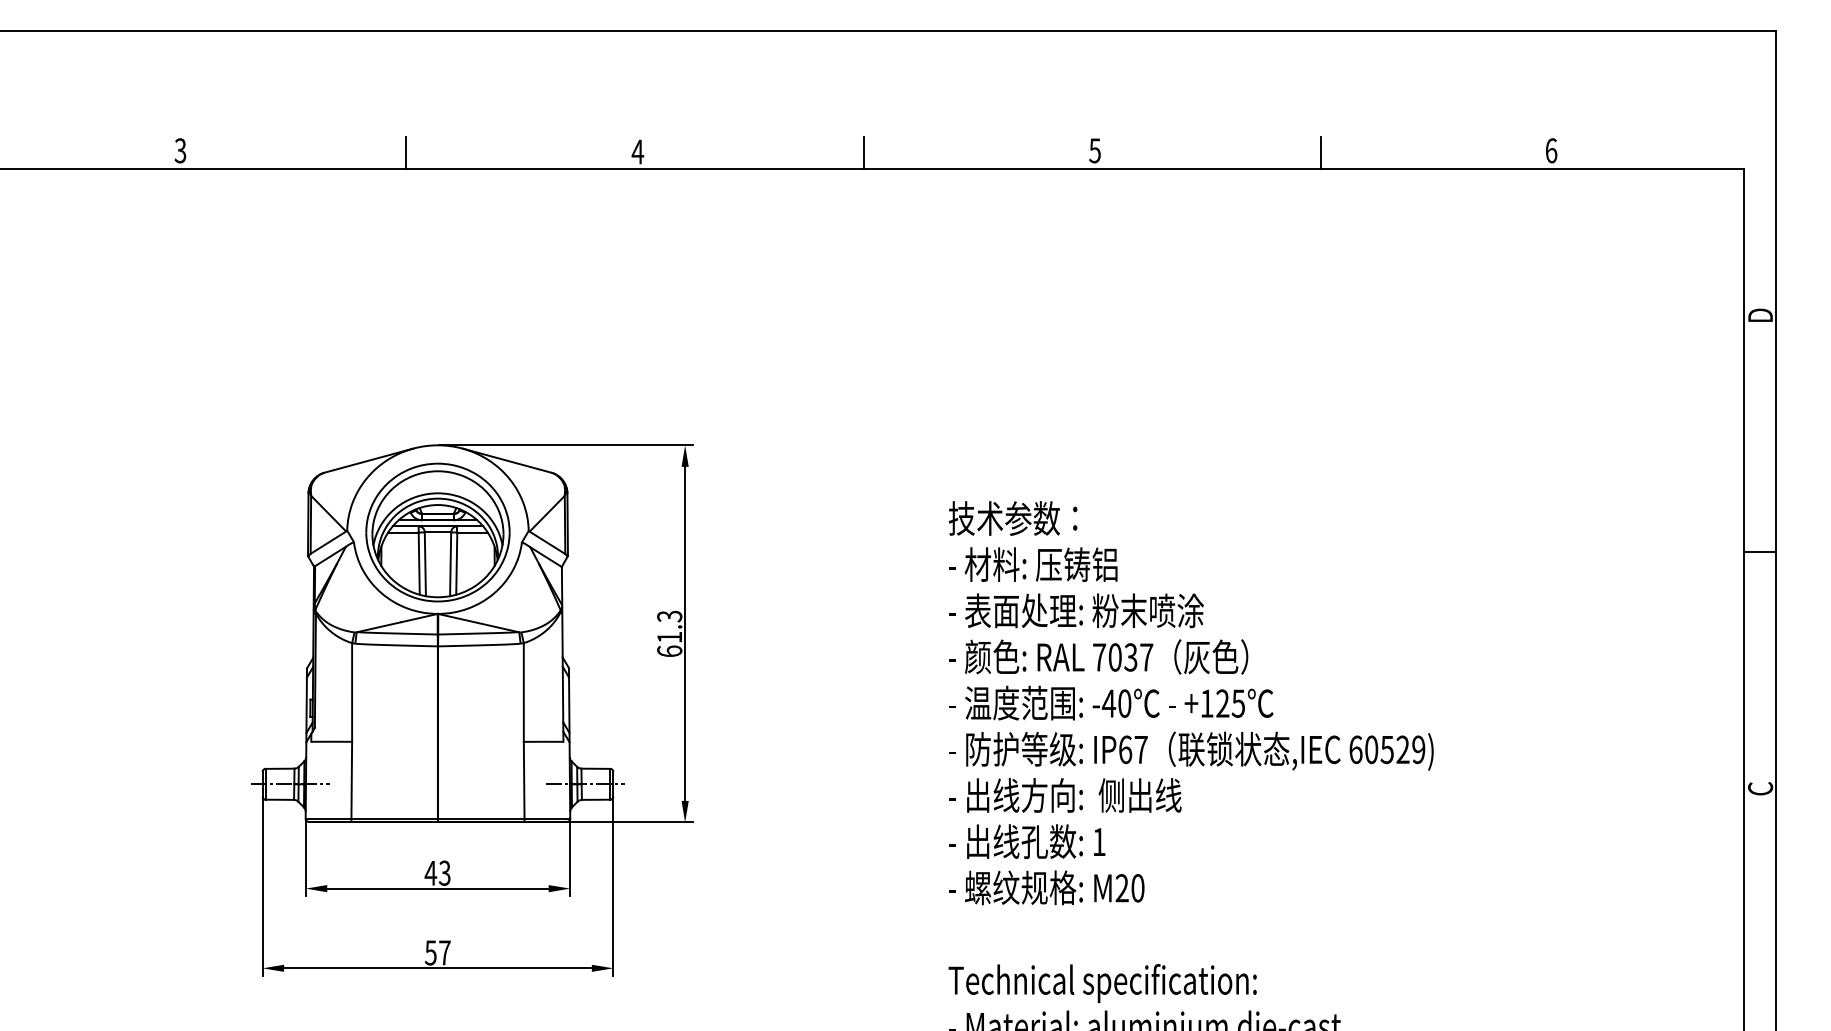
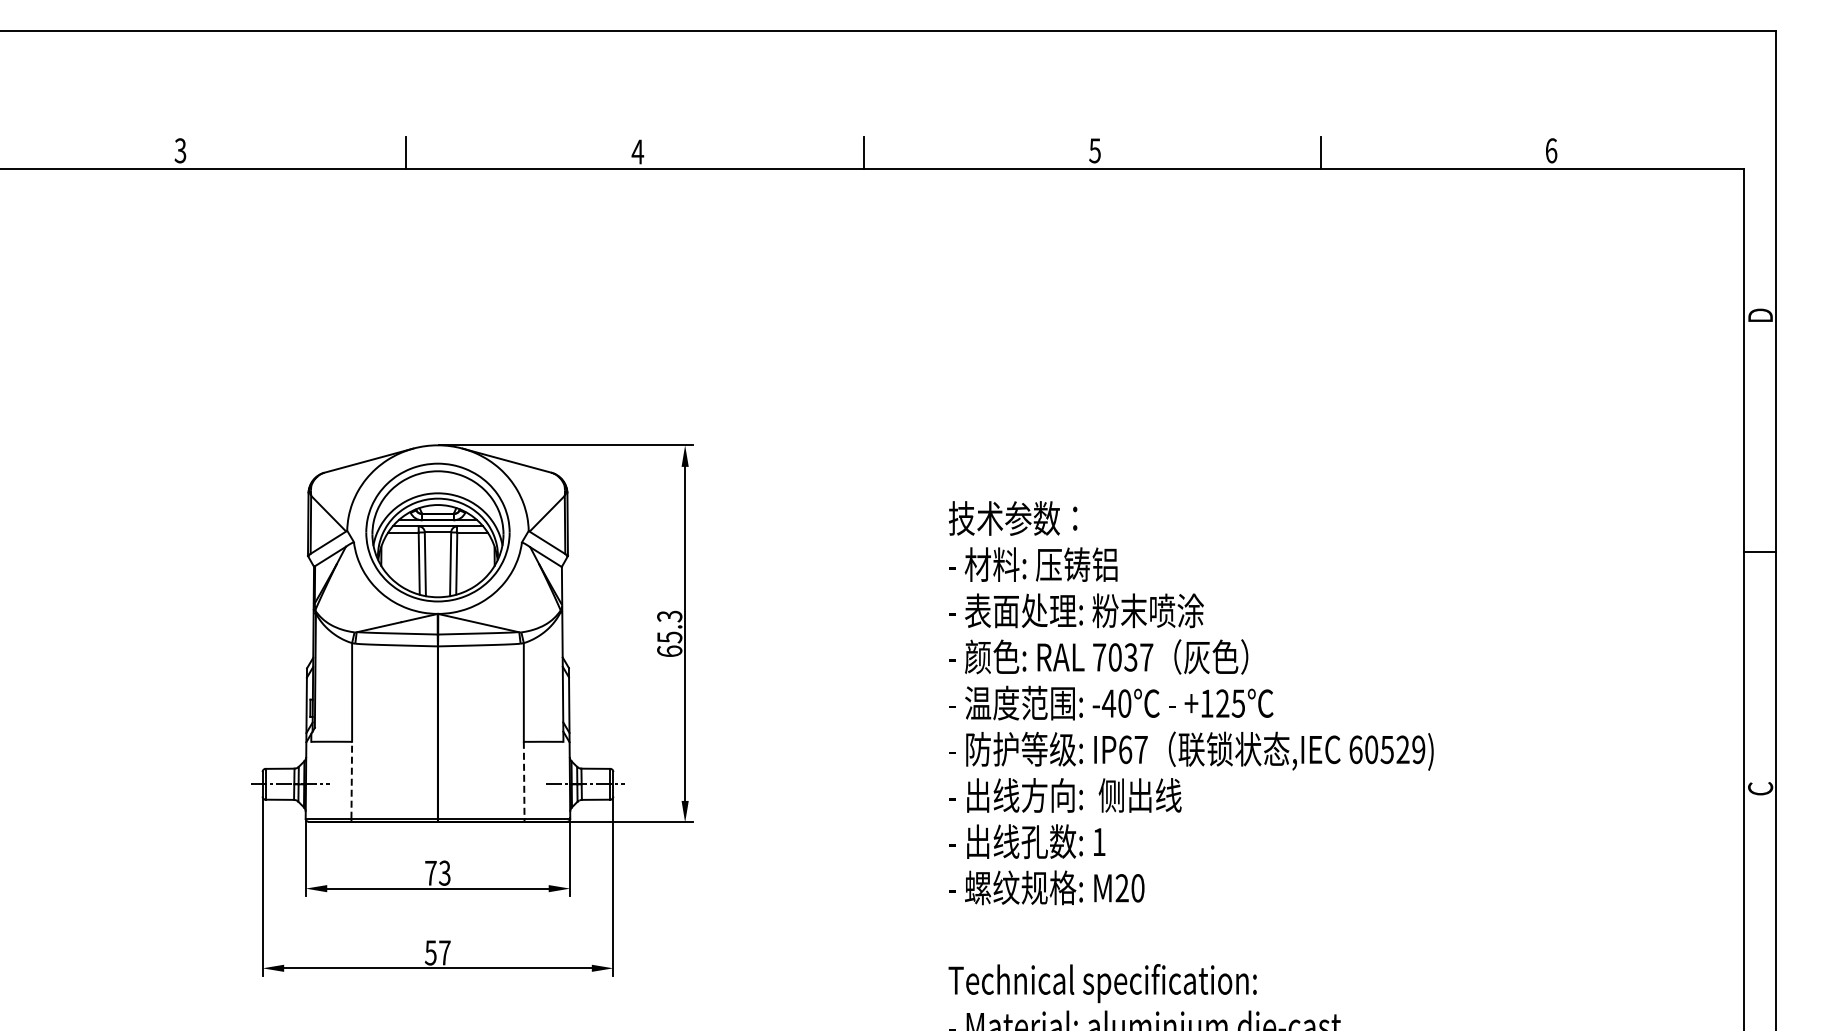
text at (669, 637): 61.3 -> 65.3
line at (351, 779): solid -> dashed
line at (524, 780): solid -> dashed
text at (430, 873): 43 -> 73
